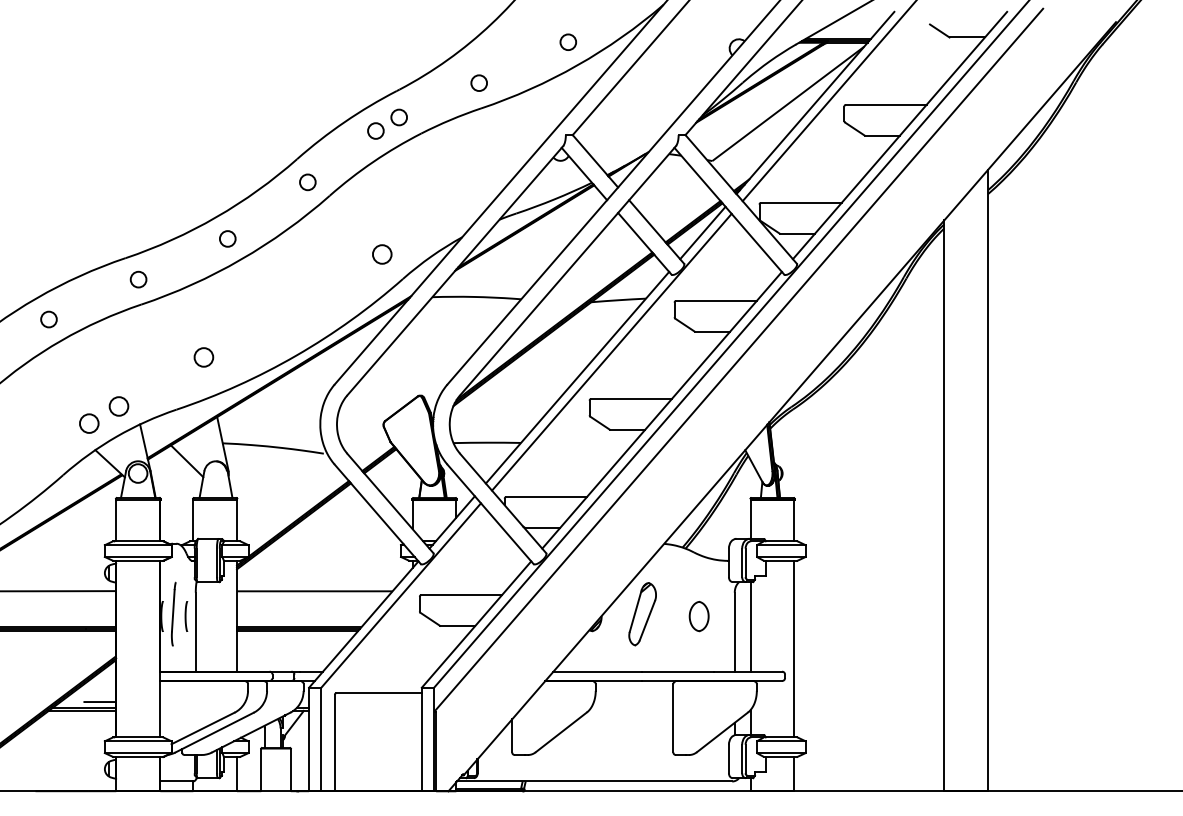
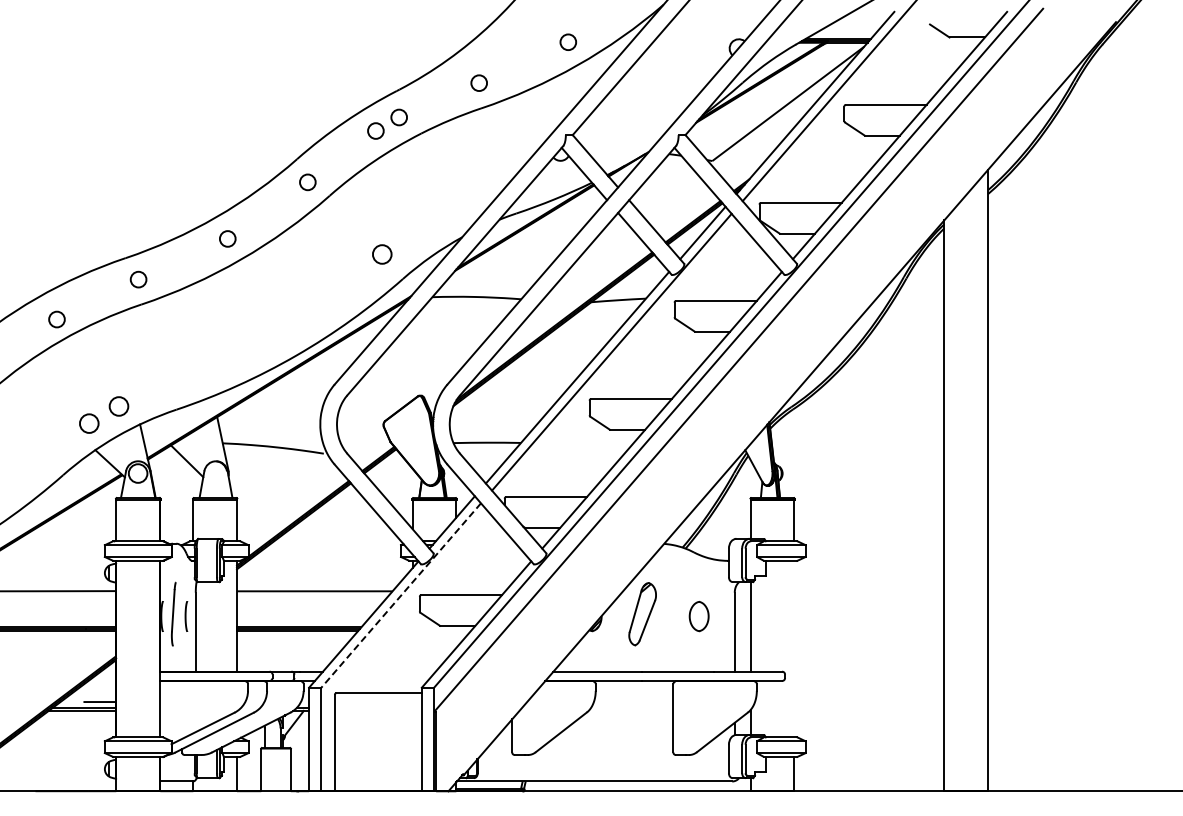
circle at (48, 319) position: (48, 319) -> (56, 319)
circle at (203, 357): present -> none
line at (401, 595): solid -> dashed
line at (794, 648): present -> none
